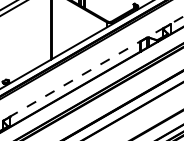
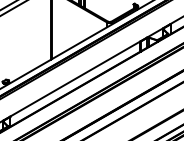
line at (92, 69): dashed -> solid
